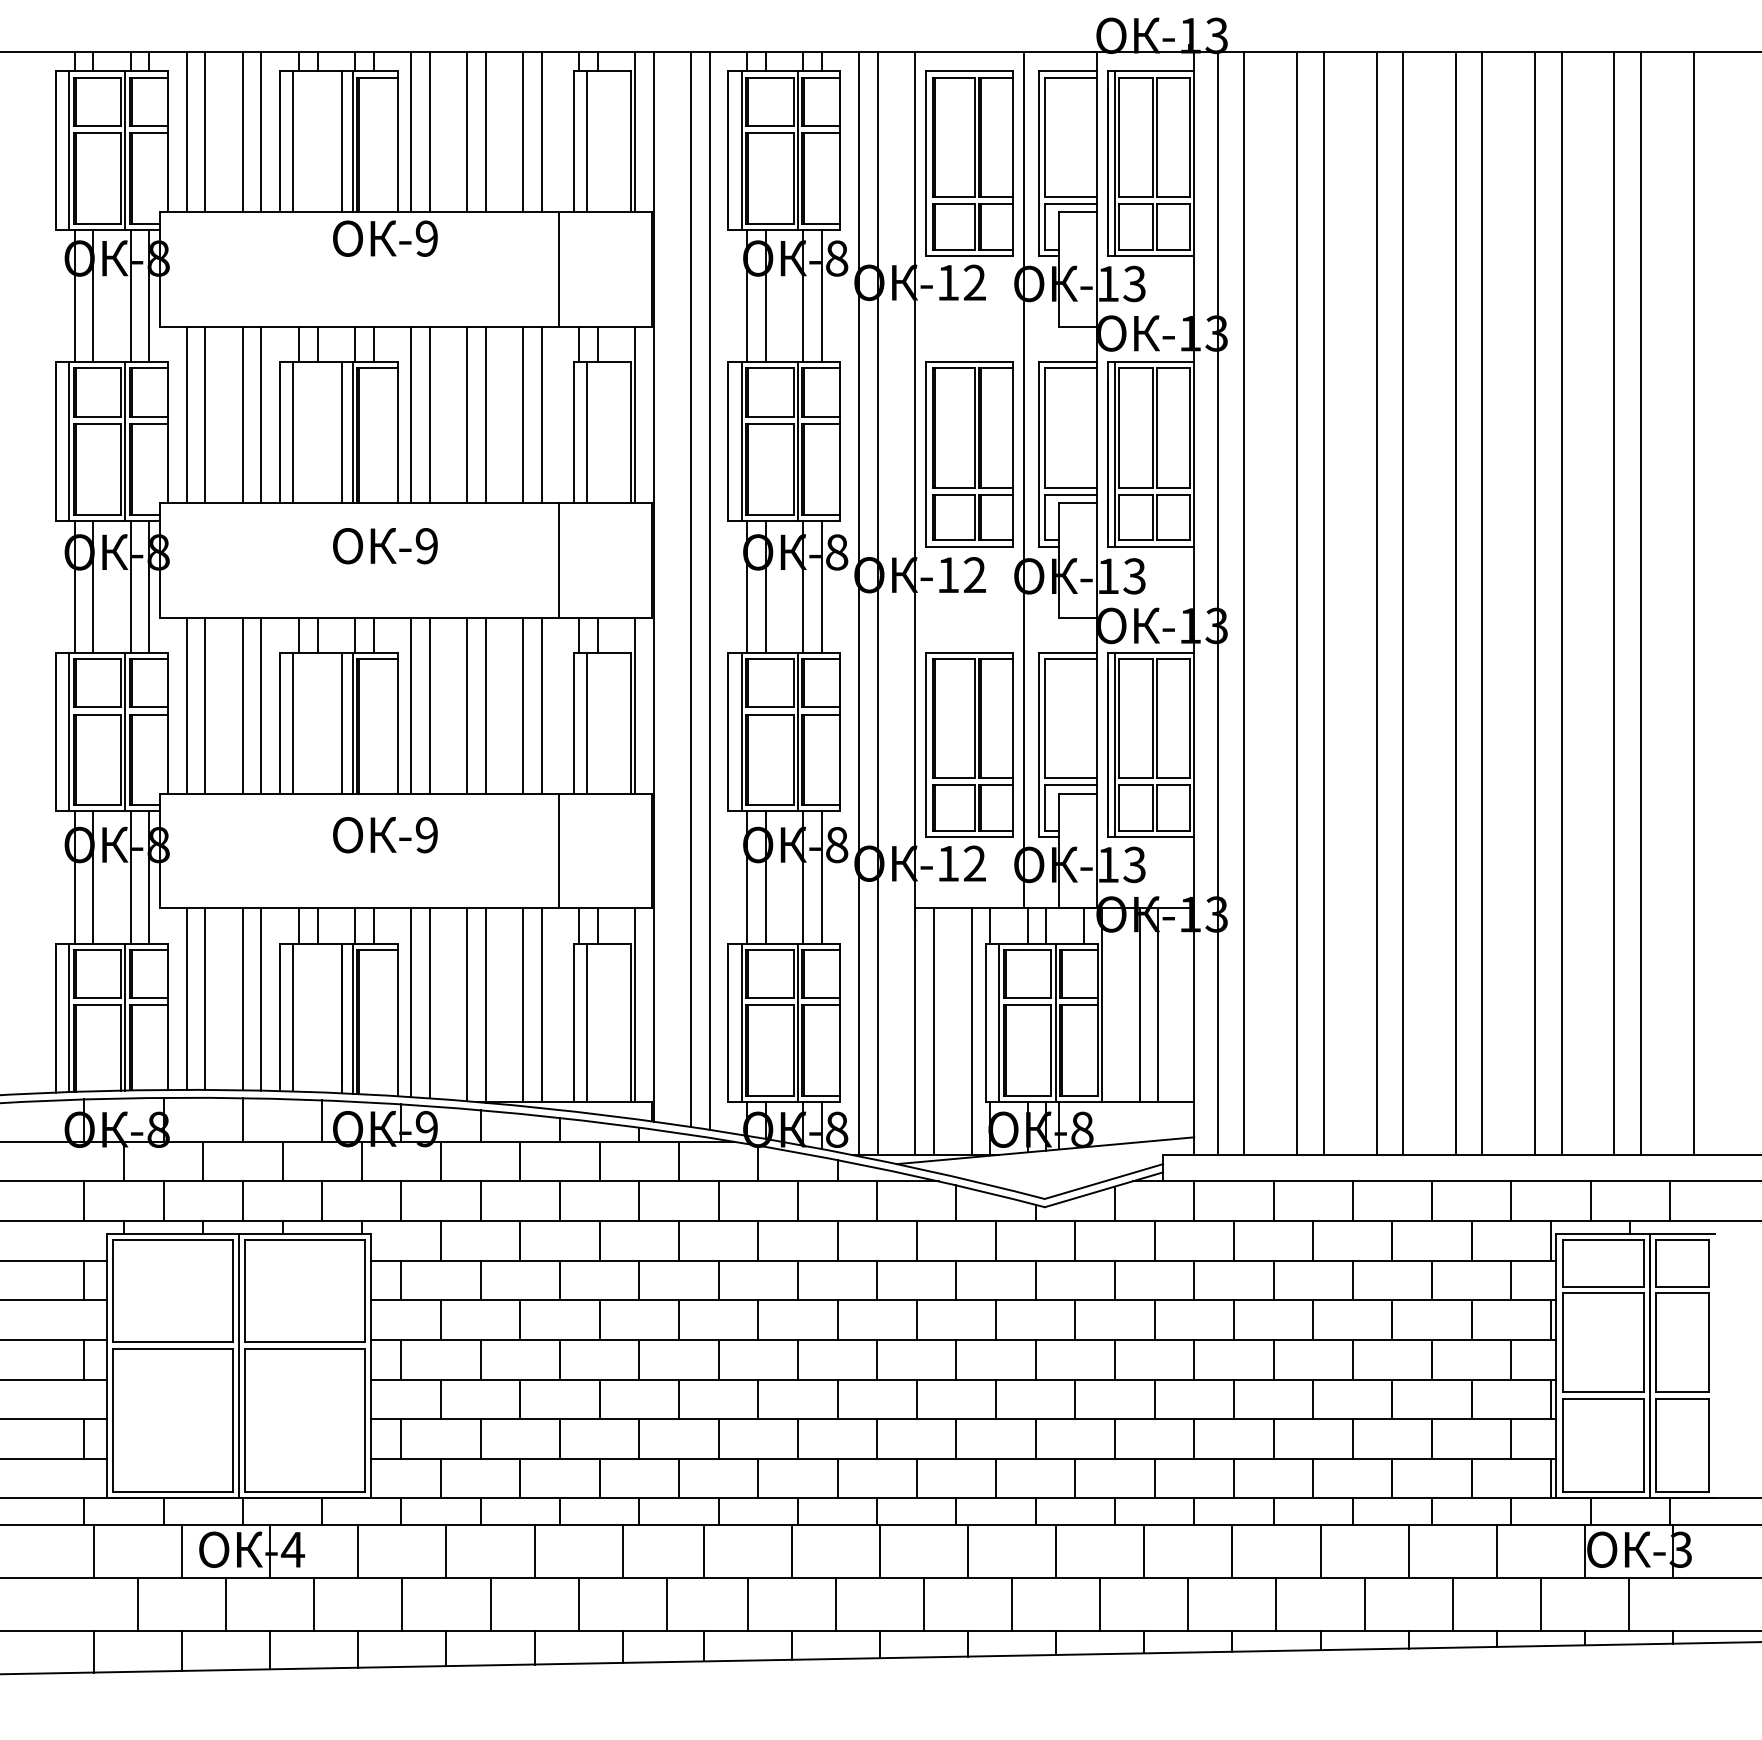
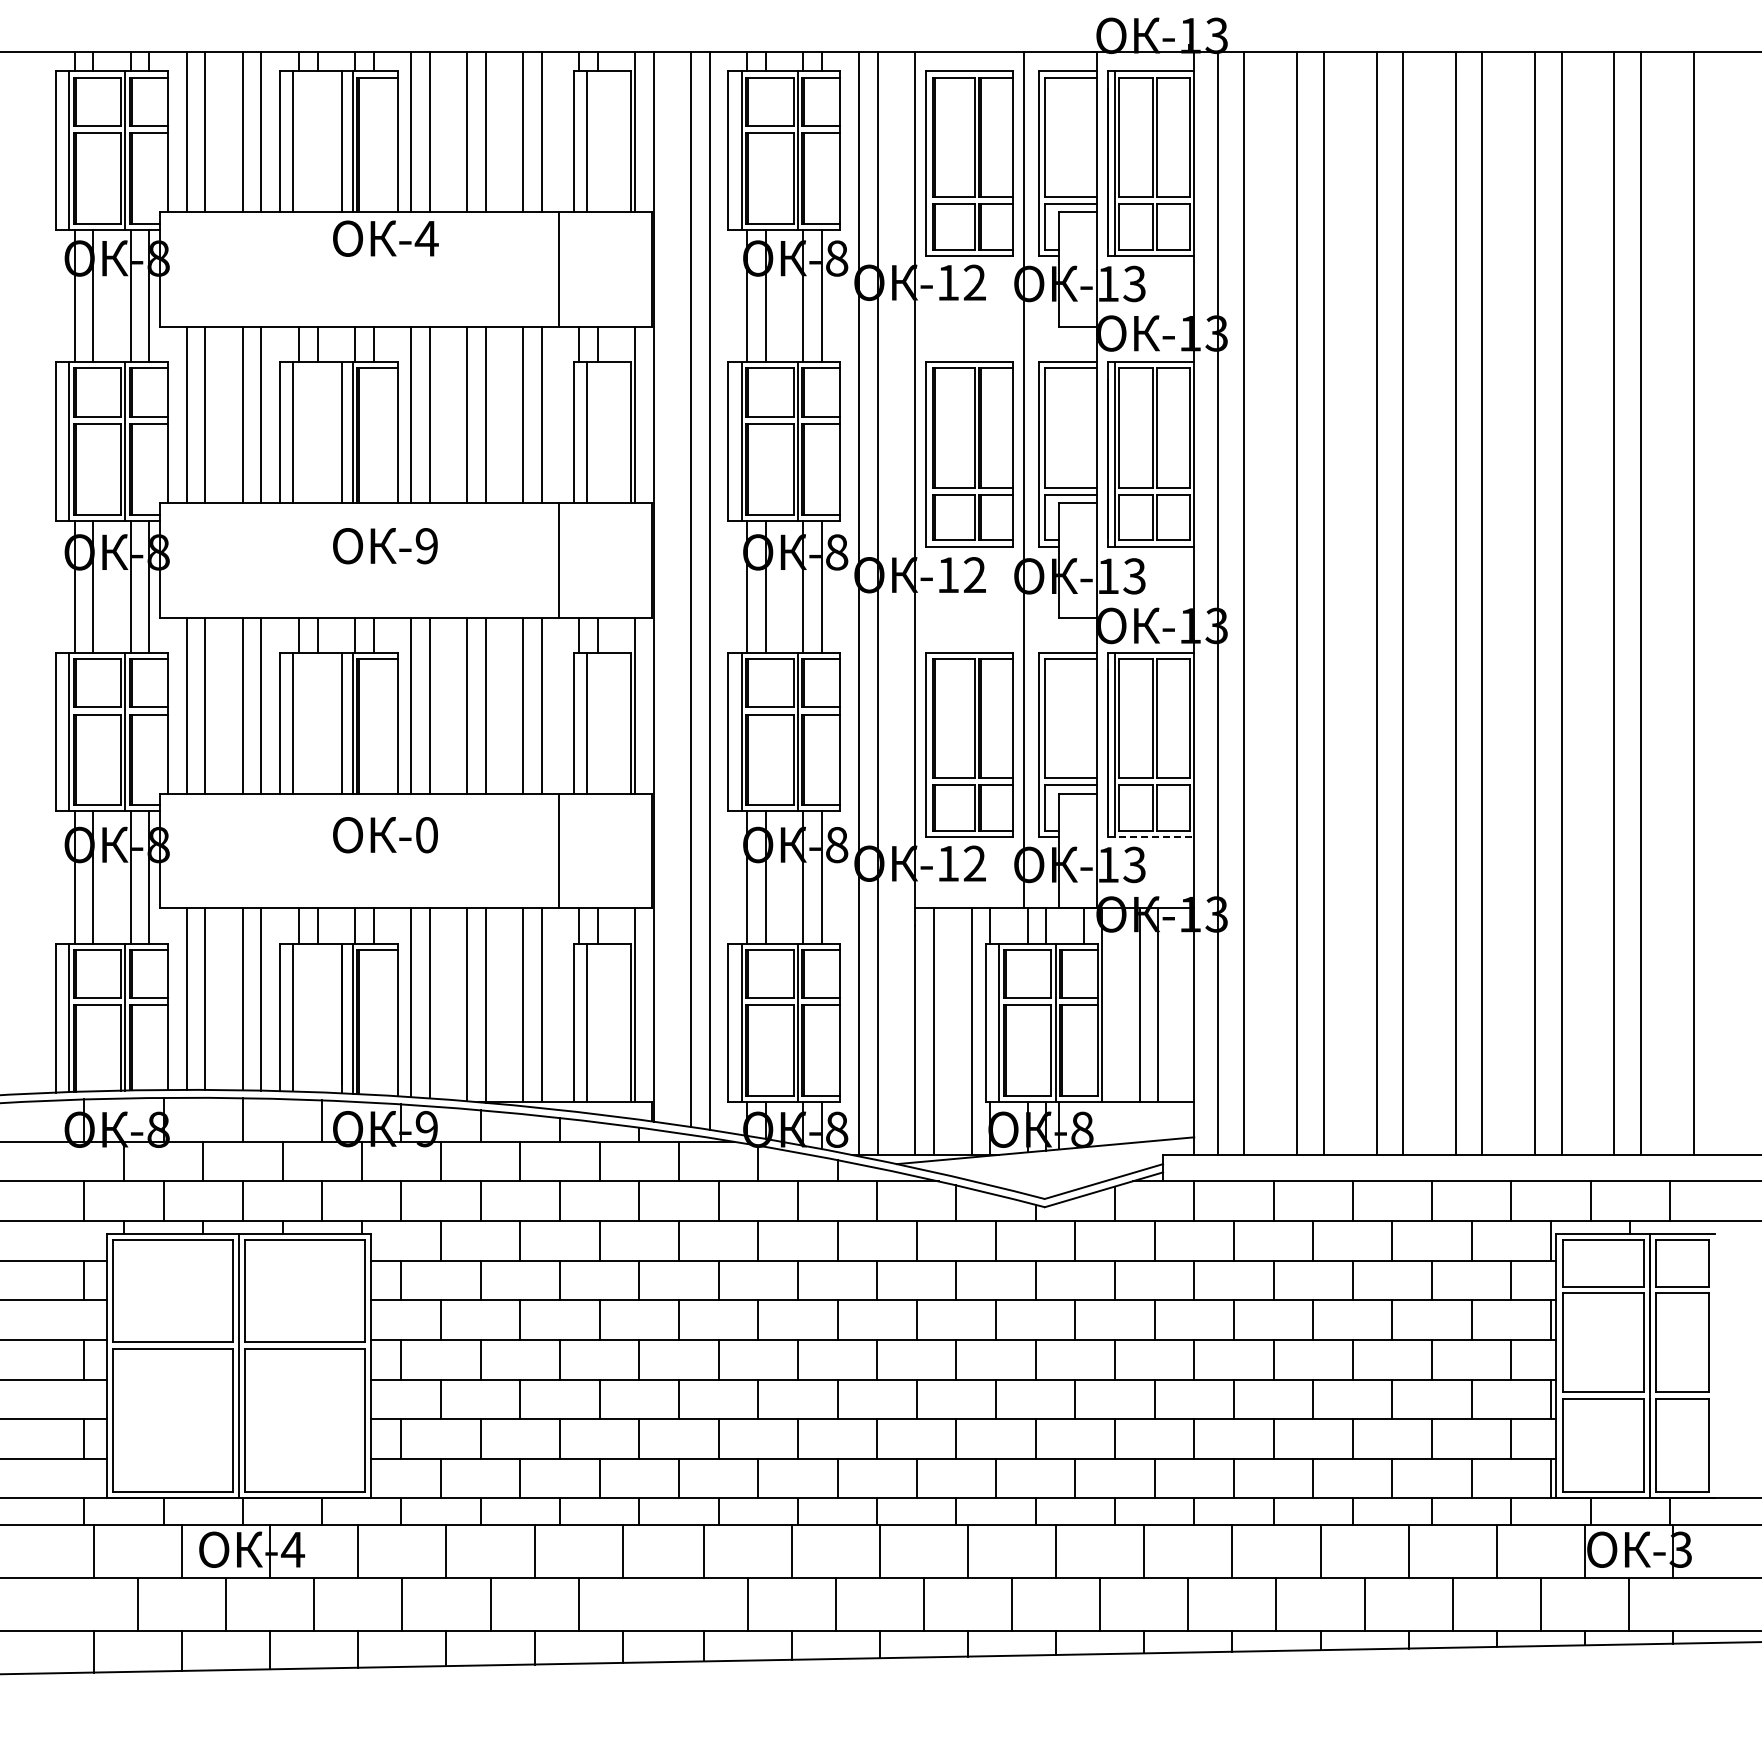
text at (426, 238): -9 -> -4
text at (426, 835): -9 -> -0
line at (1151, 837): solid -> dashed
line at (666, 1603): present -> none
